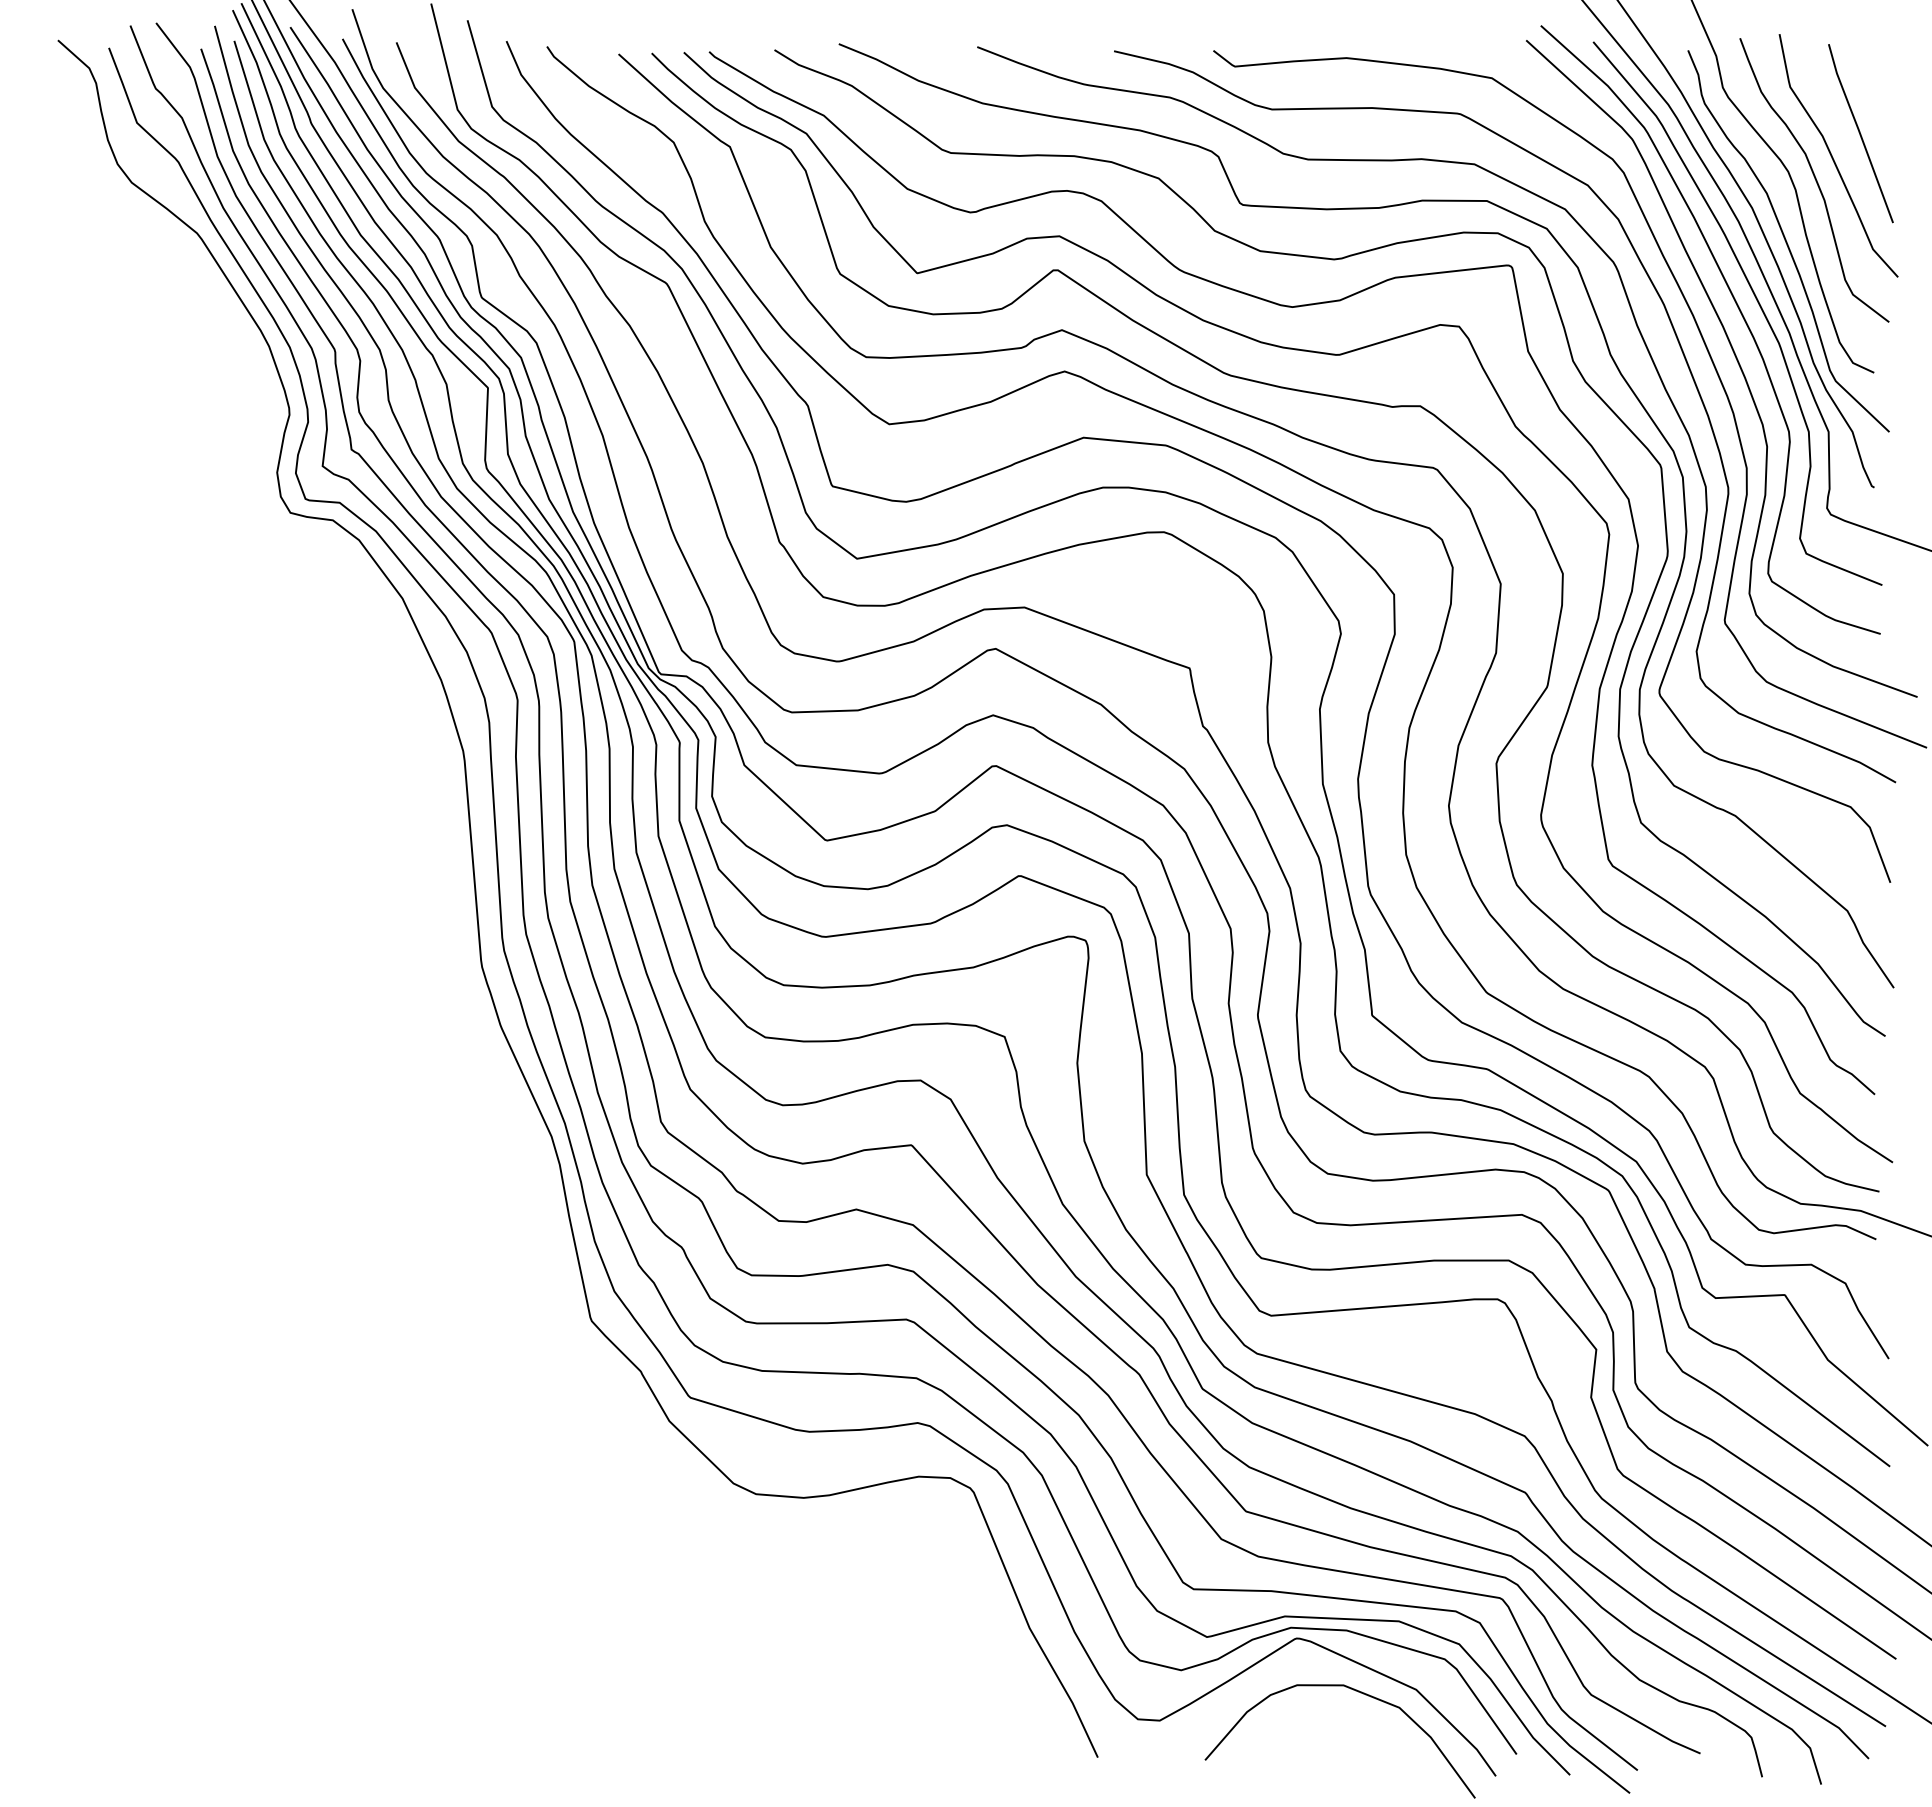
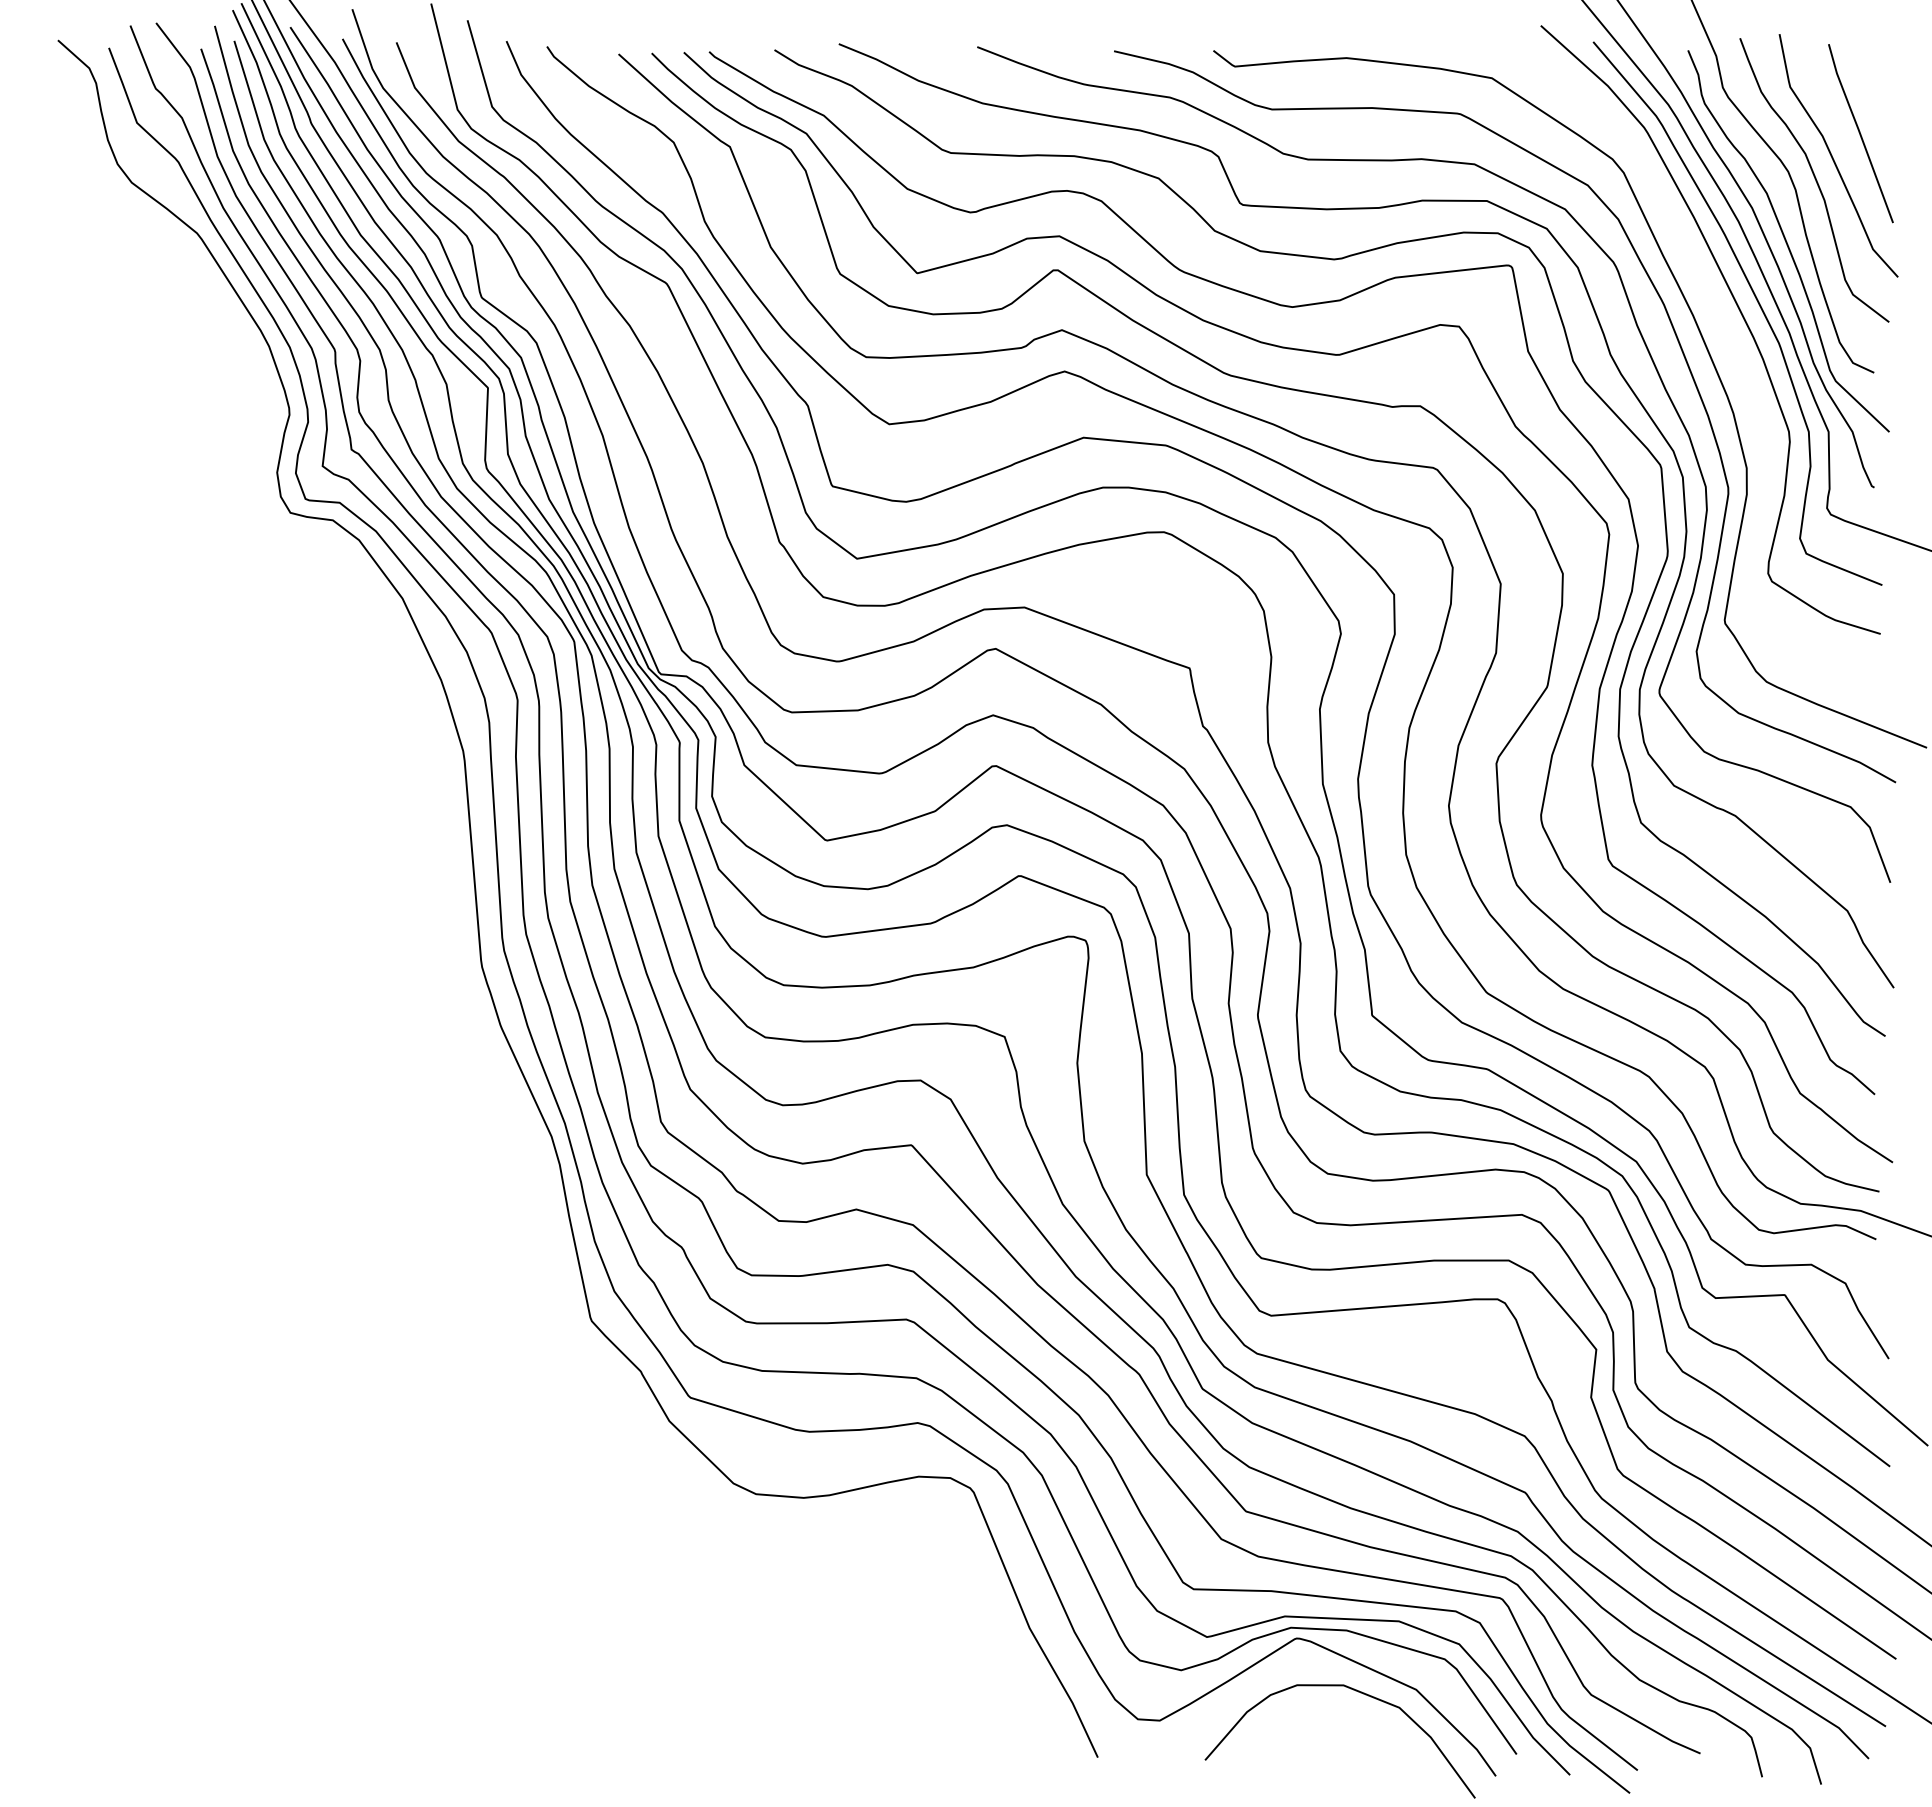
curve at (1737, 363): present -> none
